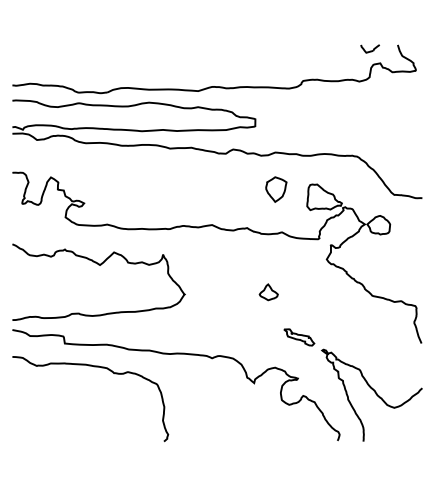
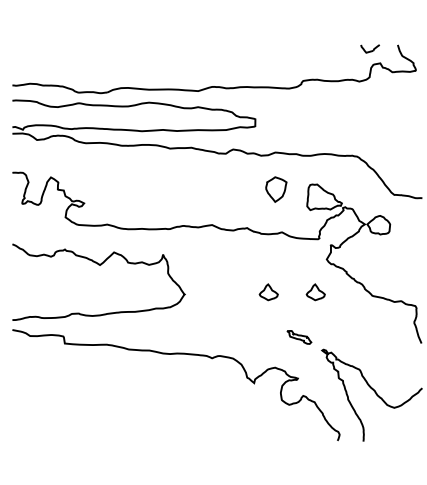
part at (315, 292): none -> present
part at (299, 337) size: 33x19 px -> 27x15 px
curve at (94, 367): present -> none
